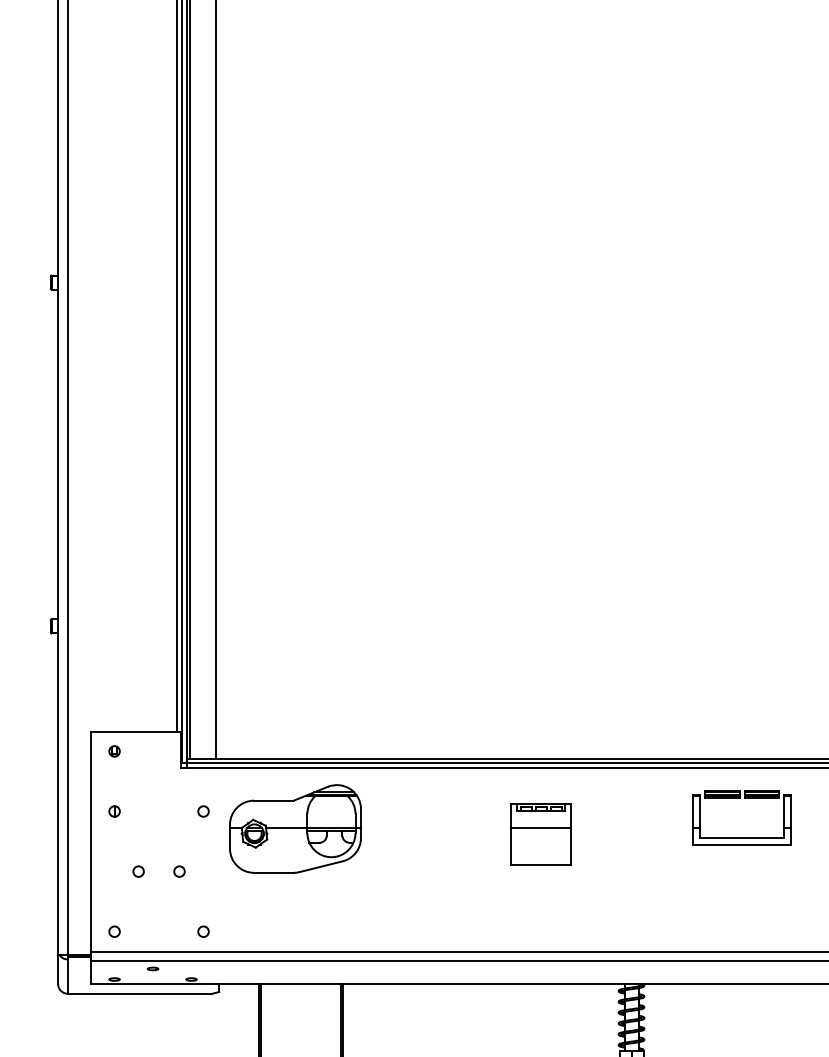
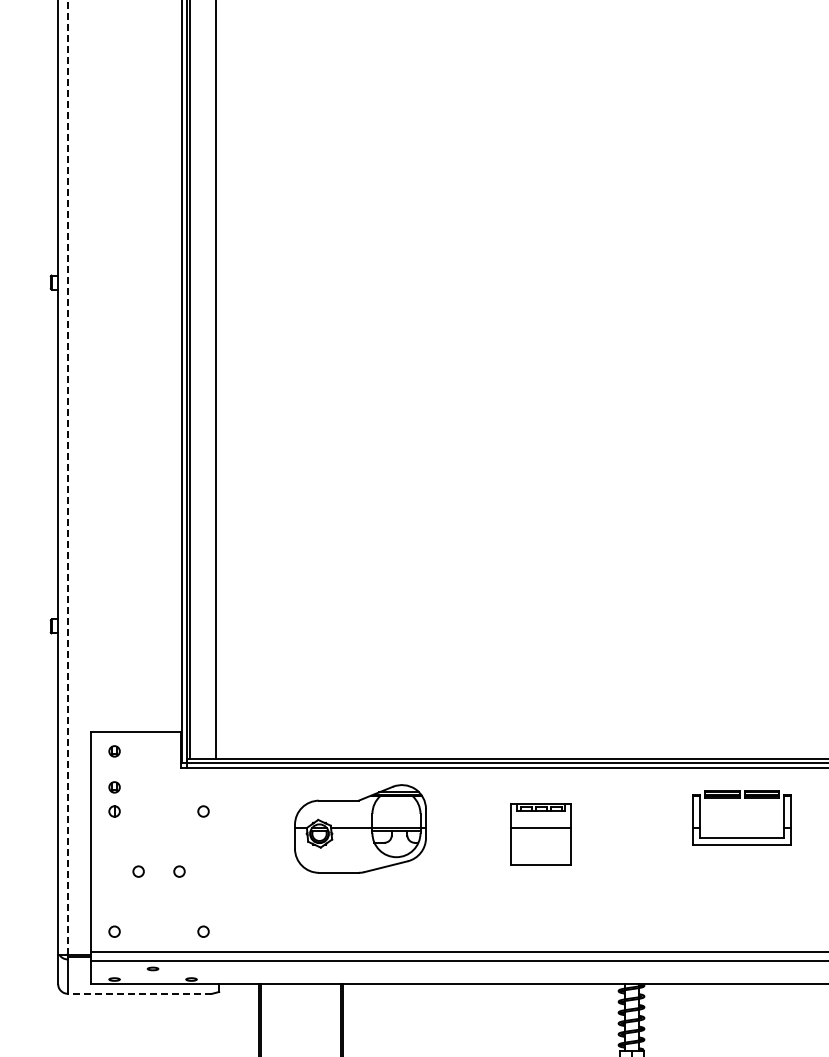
line at (177, 367): present -> none
line at (67, 476): solid -> dashed
part at (114, 787): none -> present
part at (295, 828) position: (295, 828) -> (360, 828)
line at (139, 993): solid -> dashed
